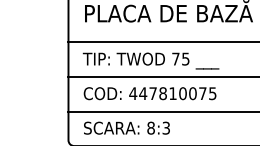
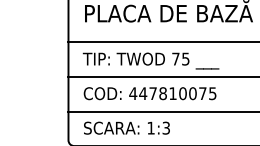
text at (150, 127): 8:3 -> 1:3
